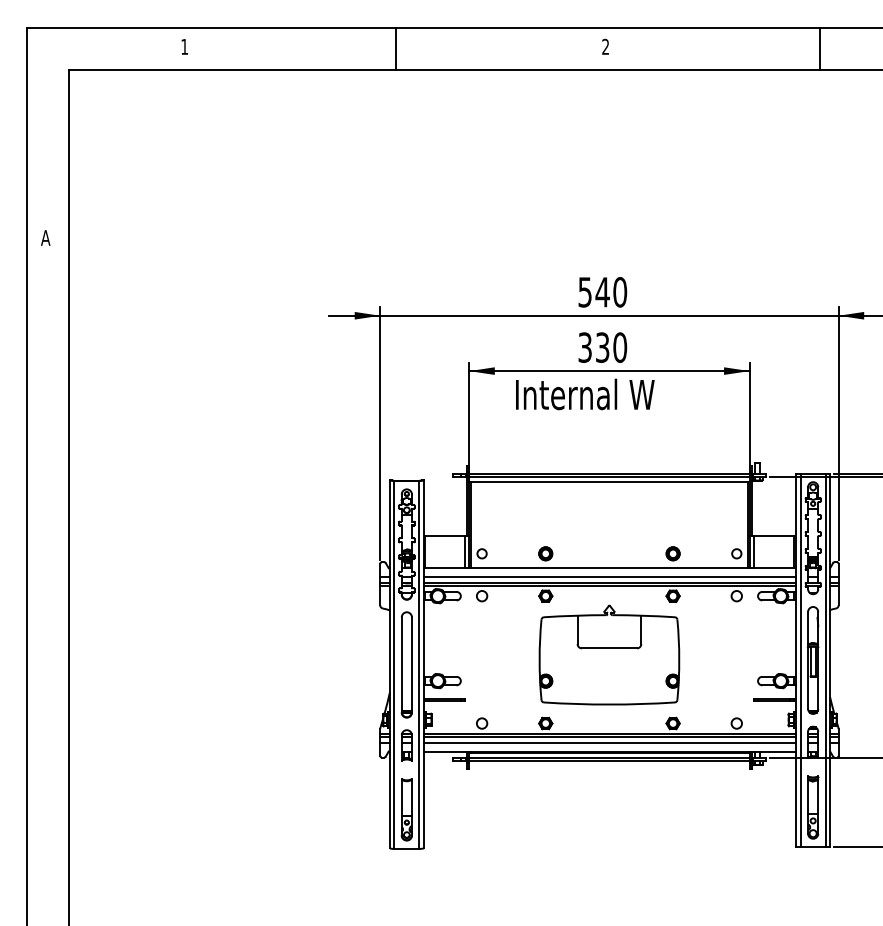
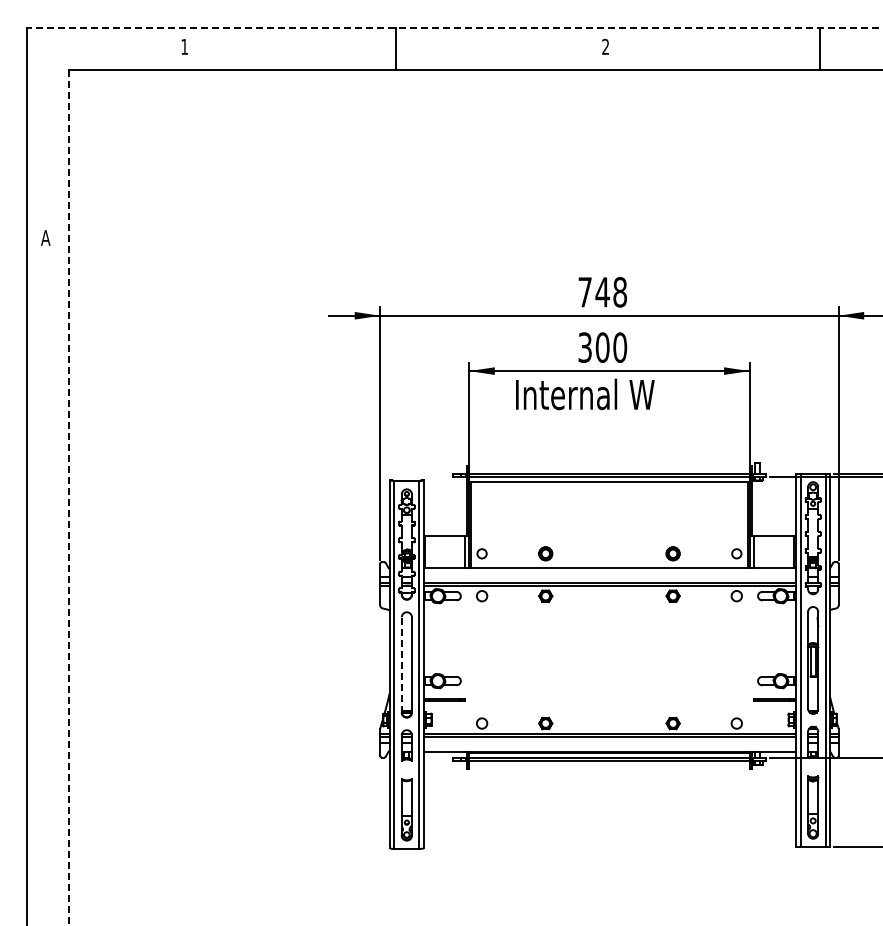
line at (454, 27): solid -> dashed
text at (602, 292): 540 -> 748
text at (602, 347): 330 -> 300
line at (69, 498): solid -> dashed
line at (609, 576): present -> none
part at (609, 654): present -> none
line at (401, 664): solid -> dashed
line at (609, 742): present -> none
